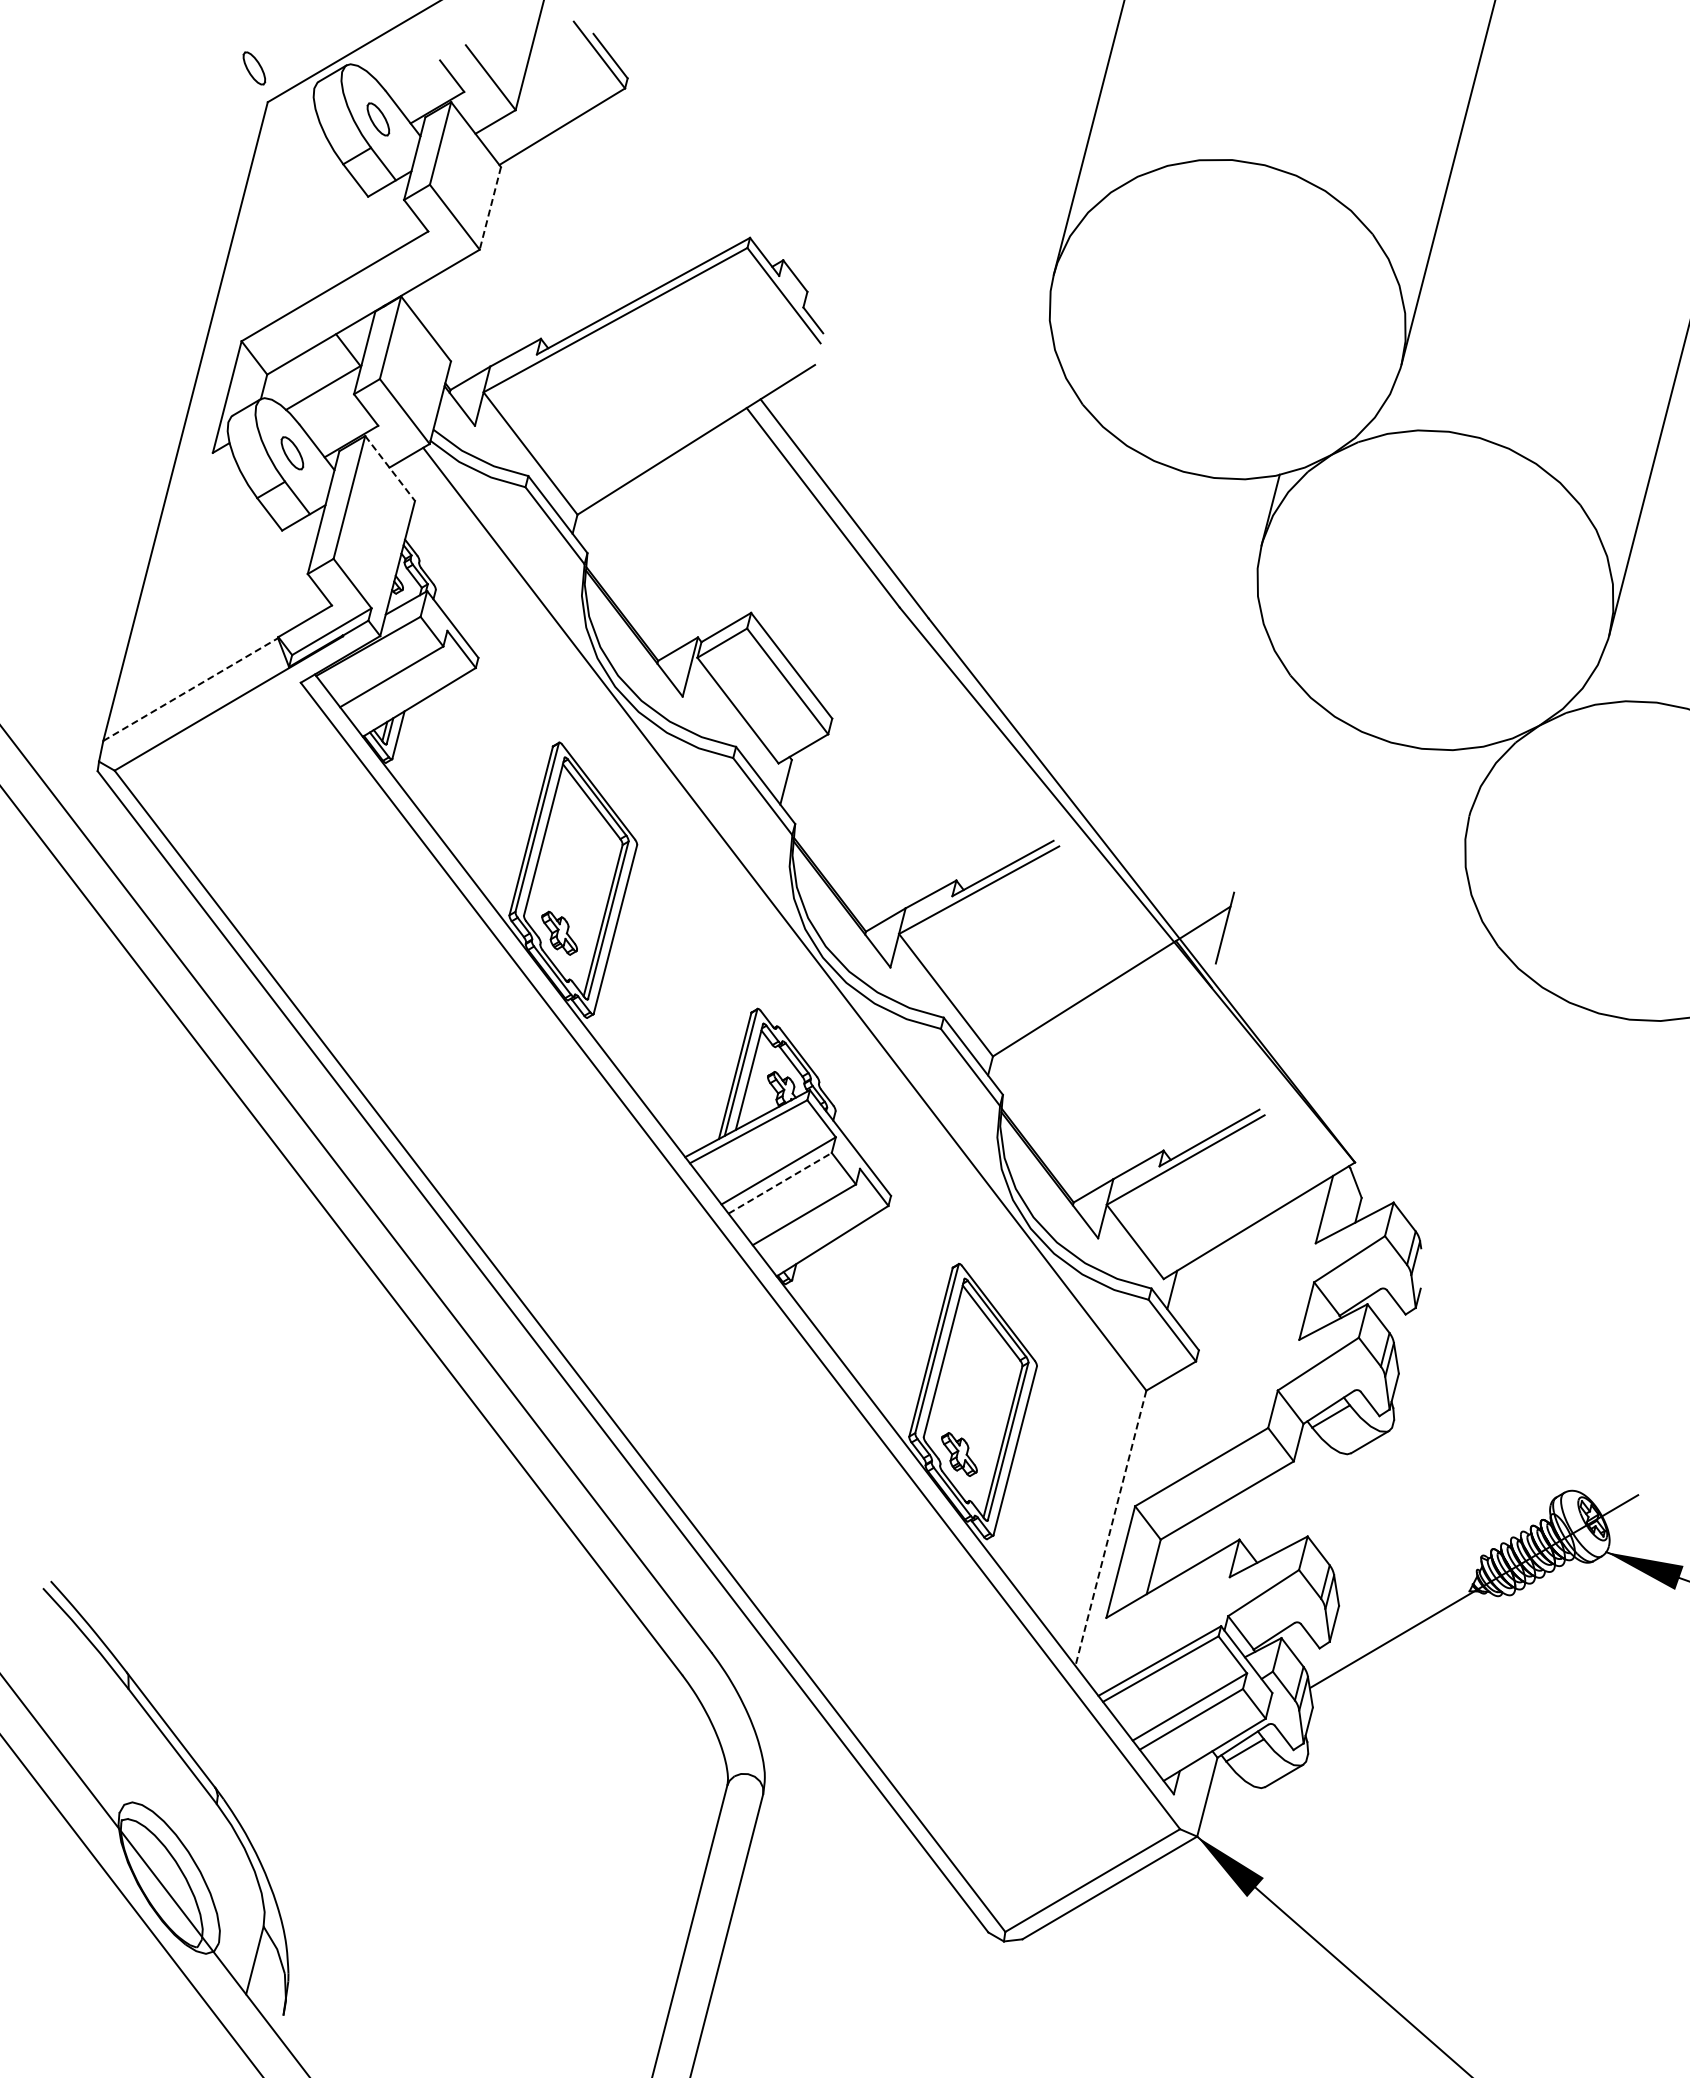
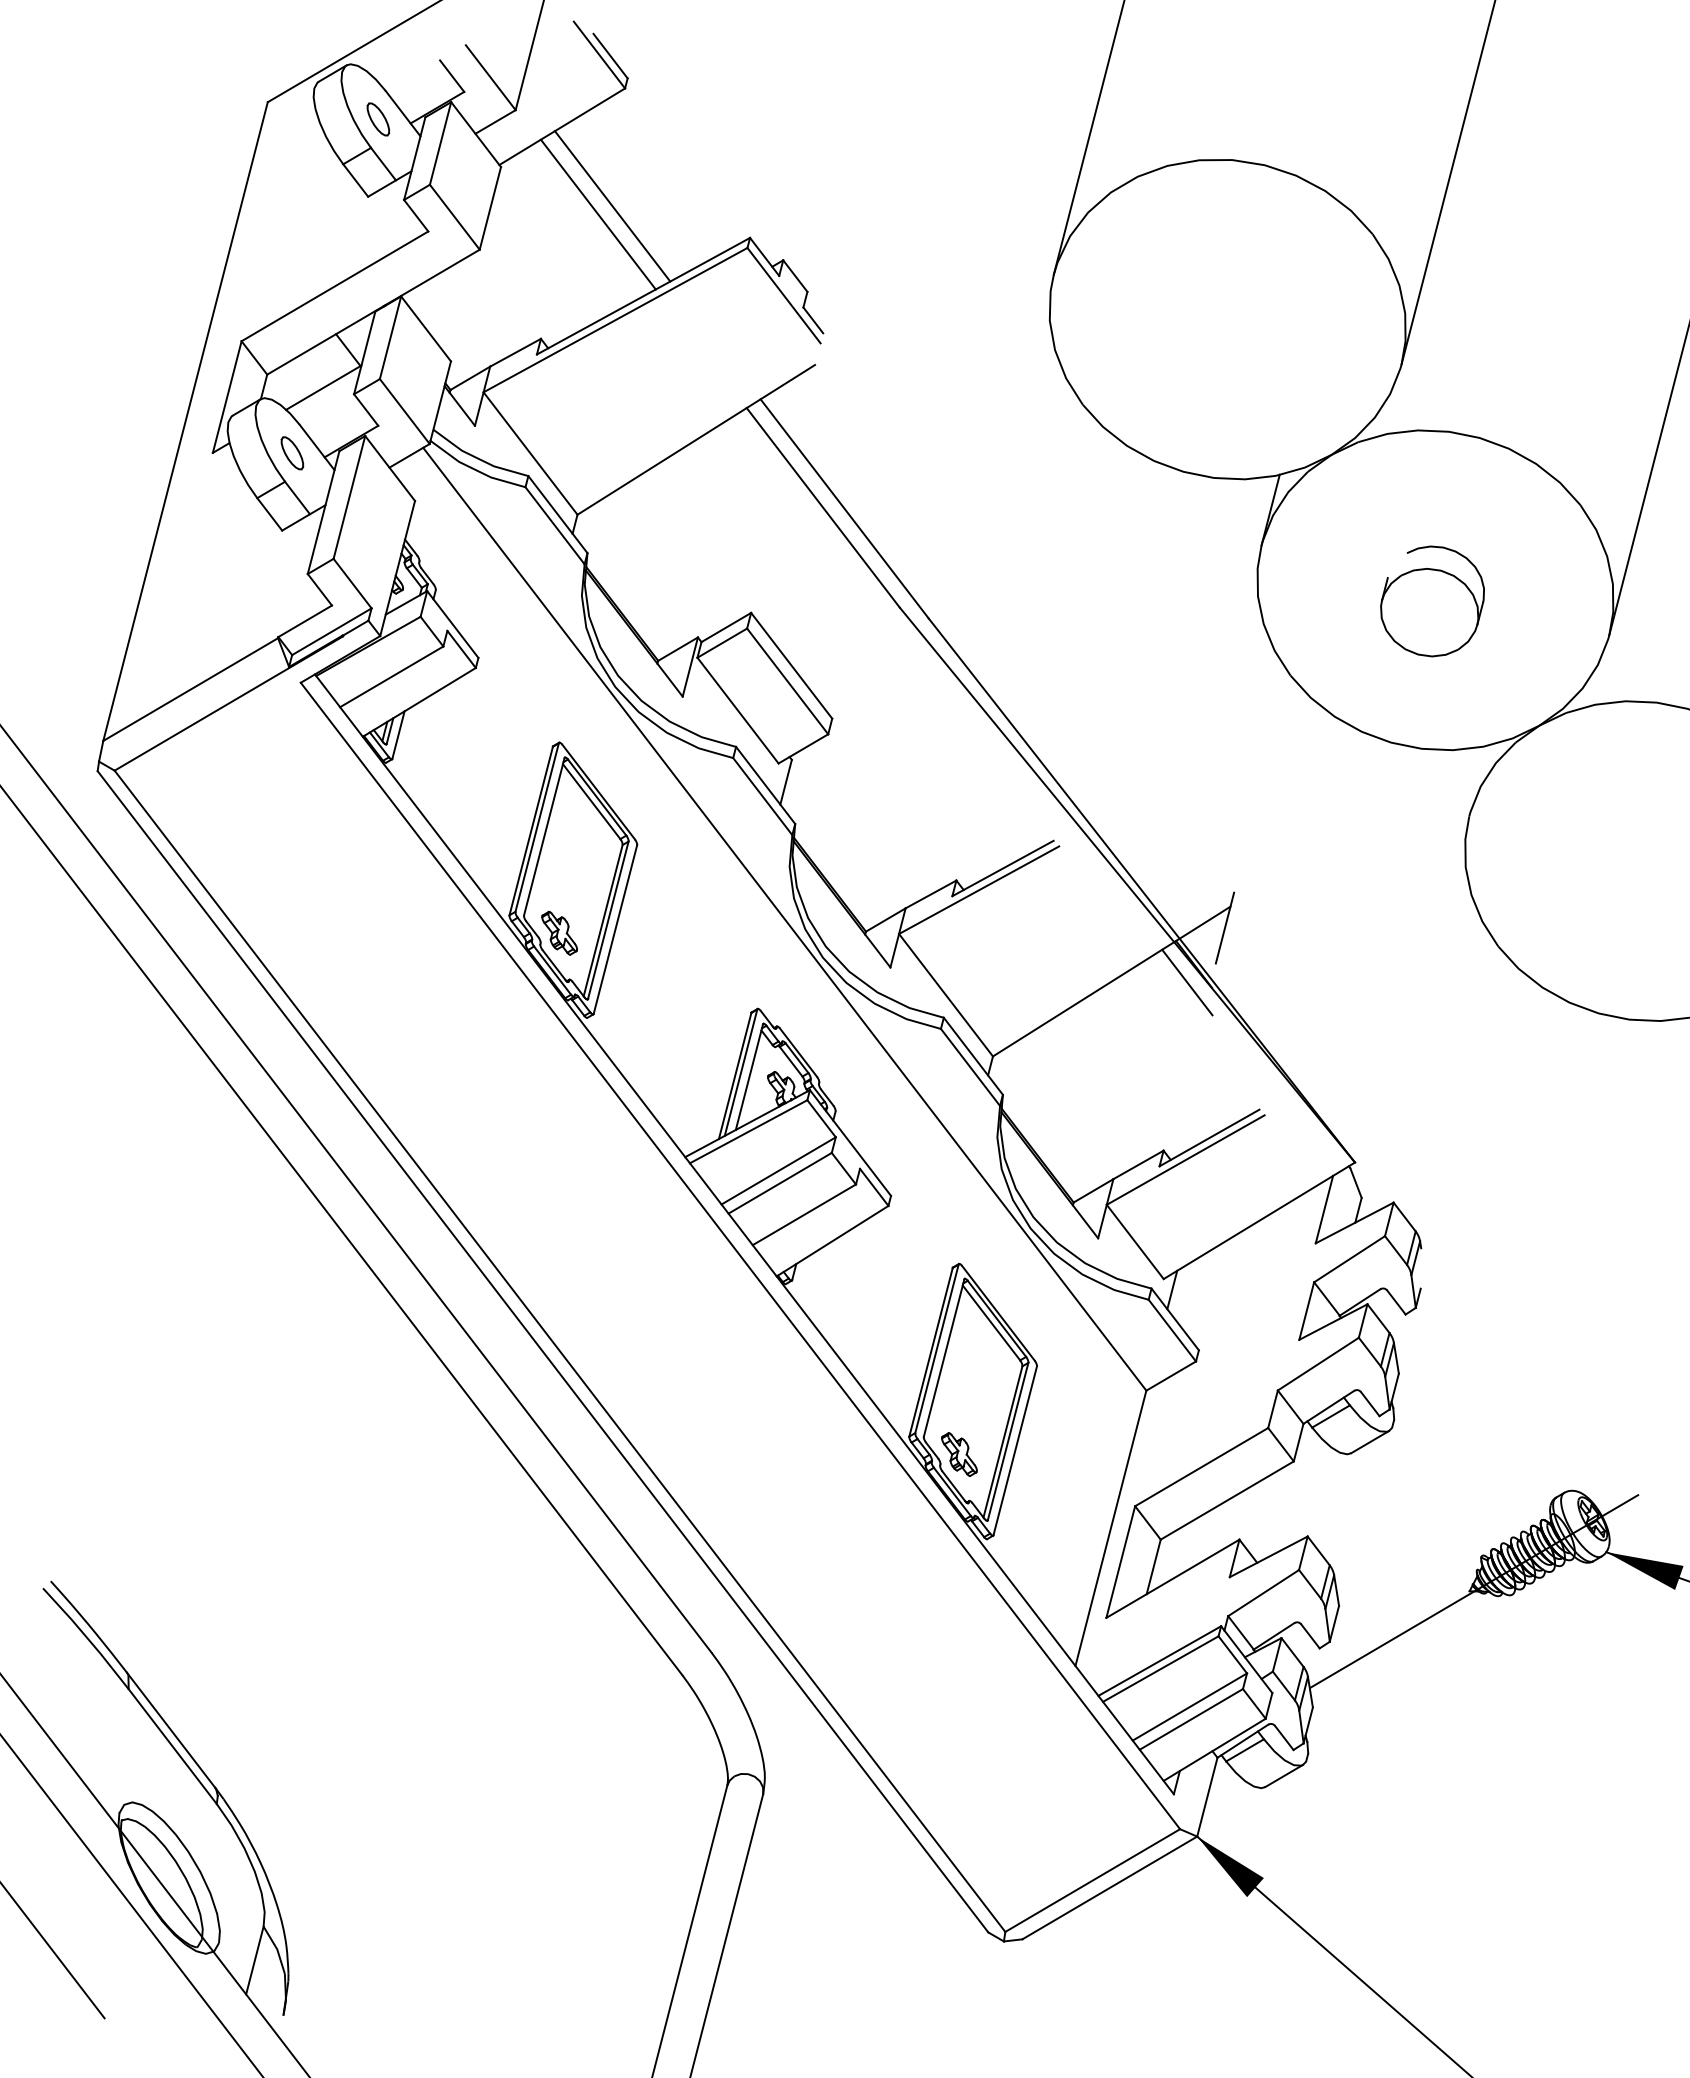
part at (254, 68): present -> none
line at (612, 206): none -> present
line at (490, 208): dashed -> solid
line at (597, 214): none -> present
line at (390, 468): dashed -> solid
part at (1432, 601): none -> present
line at (191, 689): dashed -> solid
line at (1187, 982): none -> present
line at (780, 1183): dashed -> solid
line at (1110, 1528): dashed -> solid
line at (53, 1951): none -> present
